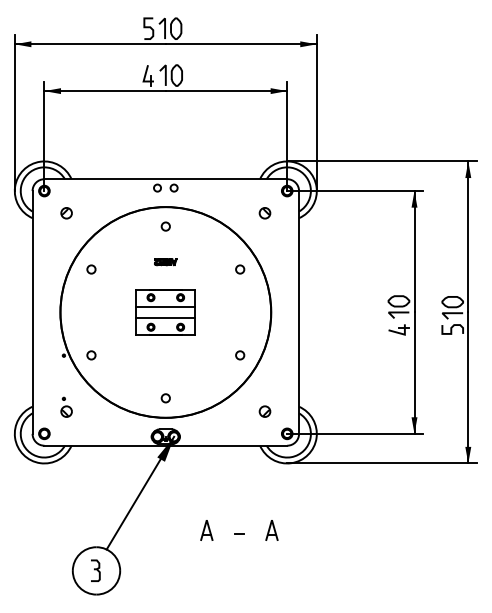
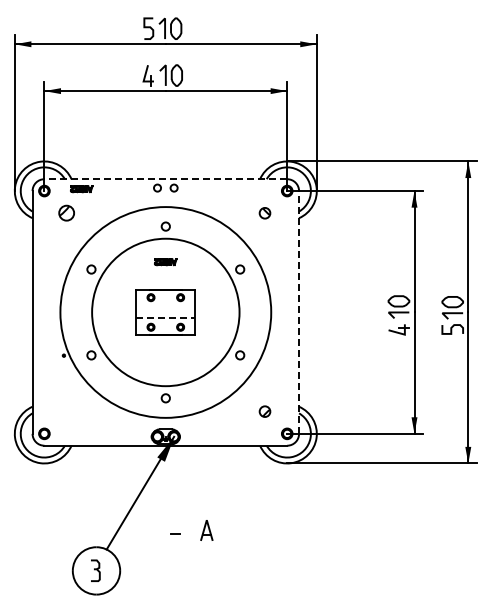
line at (165, 179): solid -> dashed
part at (81, 189): none -> present
part at (66, 213) size: 13x13 px -> 17x18 px
line at (165, 306): present -> none
line at (299, 311): solid -> dashed
circle at (165, 312) diameter: 211 px -> 147 px
line at (165, 318): solid -> dashed
part at (66, 406): present -> none
part at (271, 530): present -> none
line at (239, 533) position: (239, 533) -> (175, 533)
